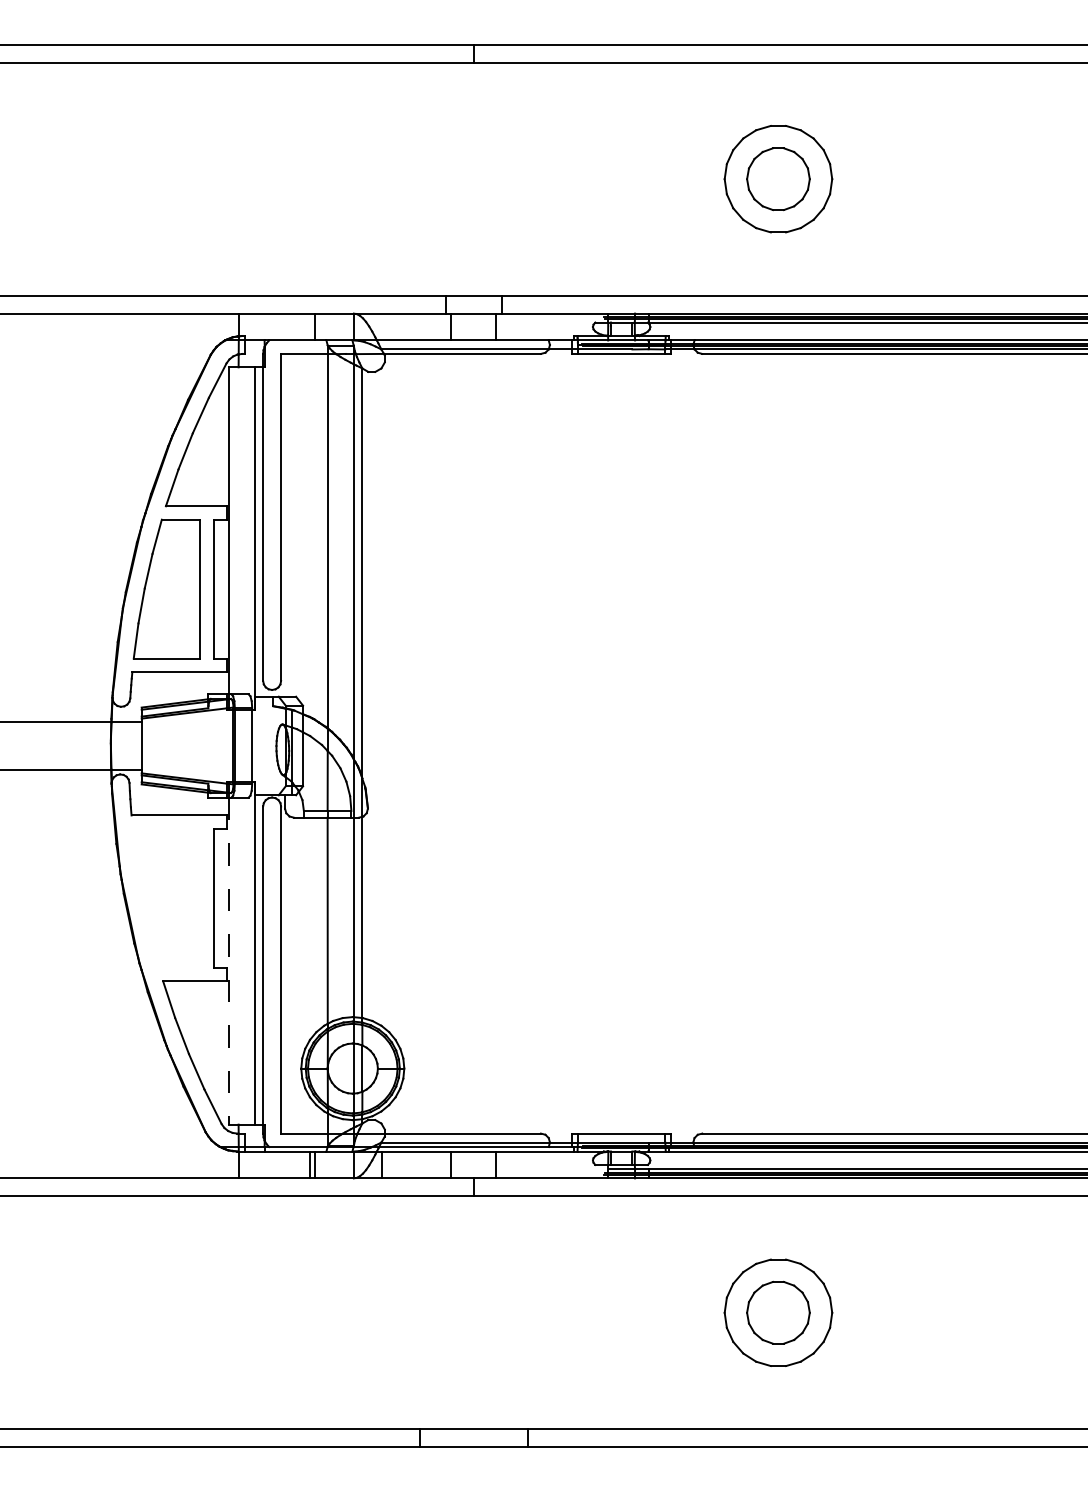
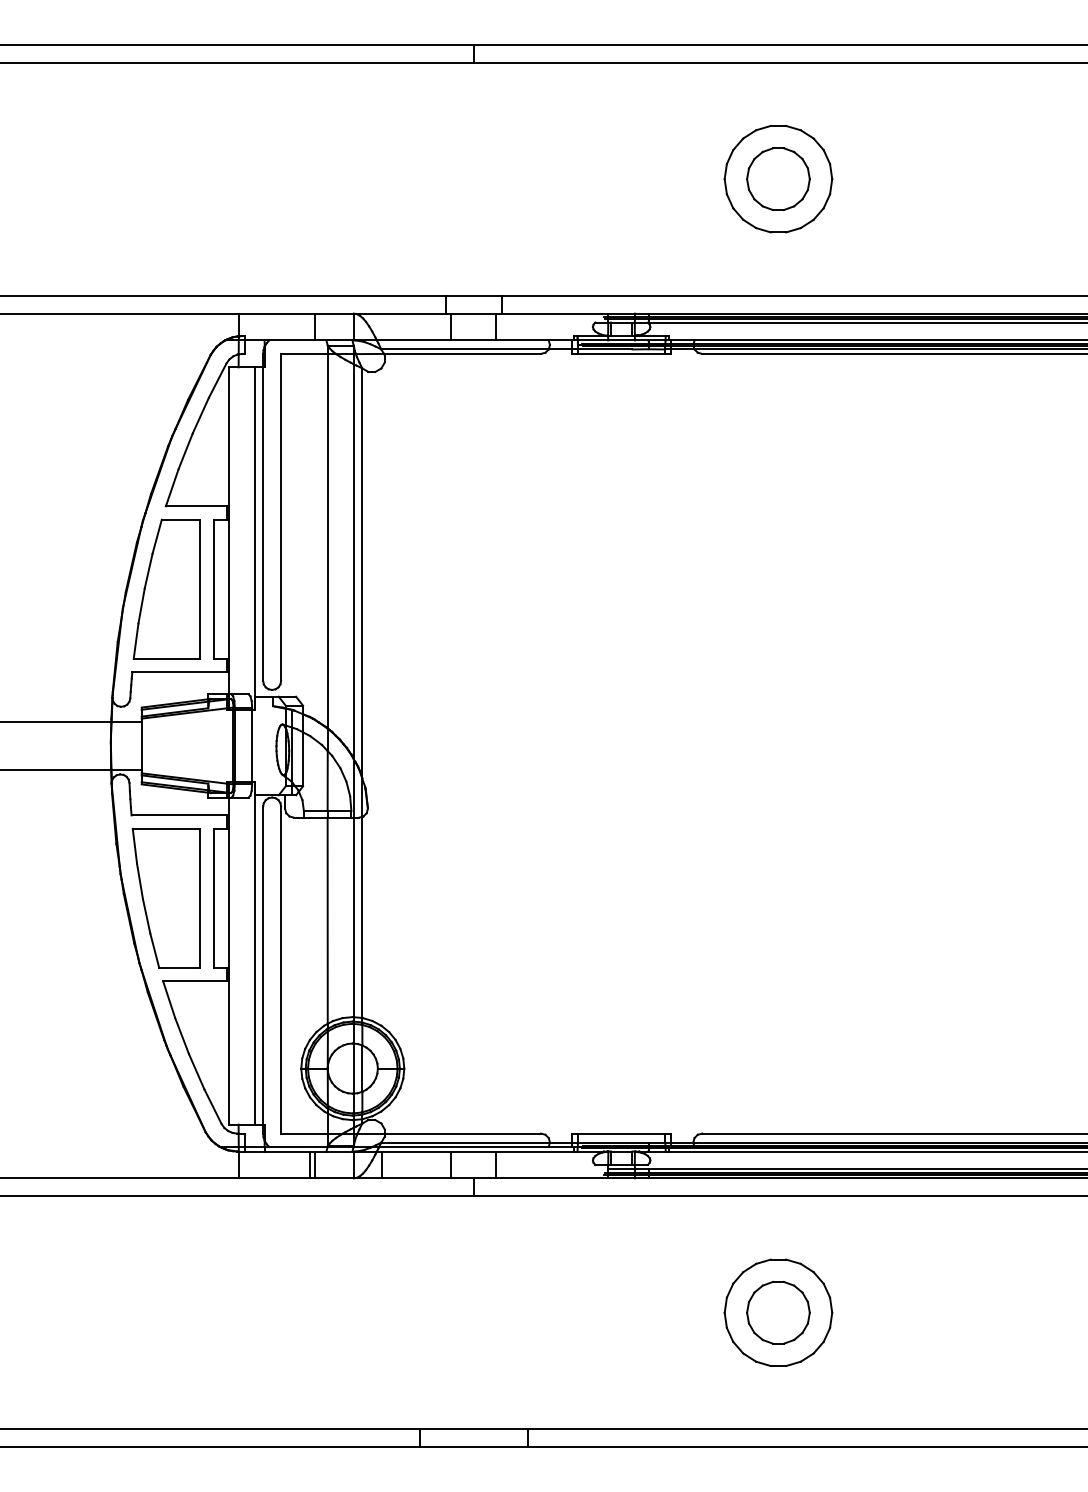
part at (165, 898): none -> present
line at (229, 961): dashed -> solid
